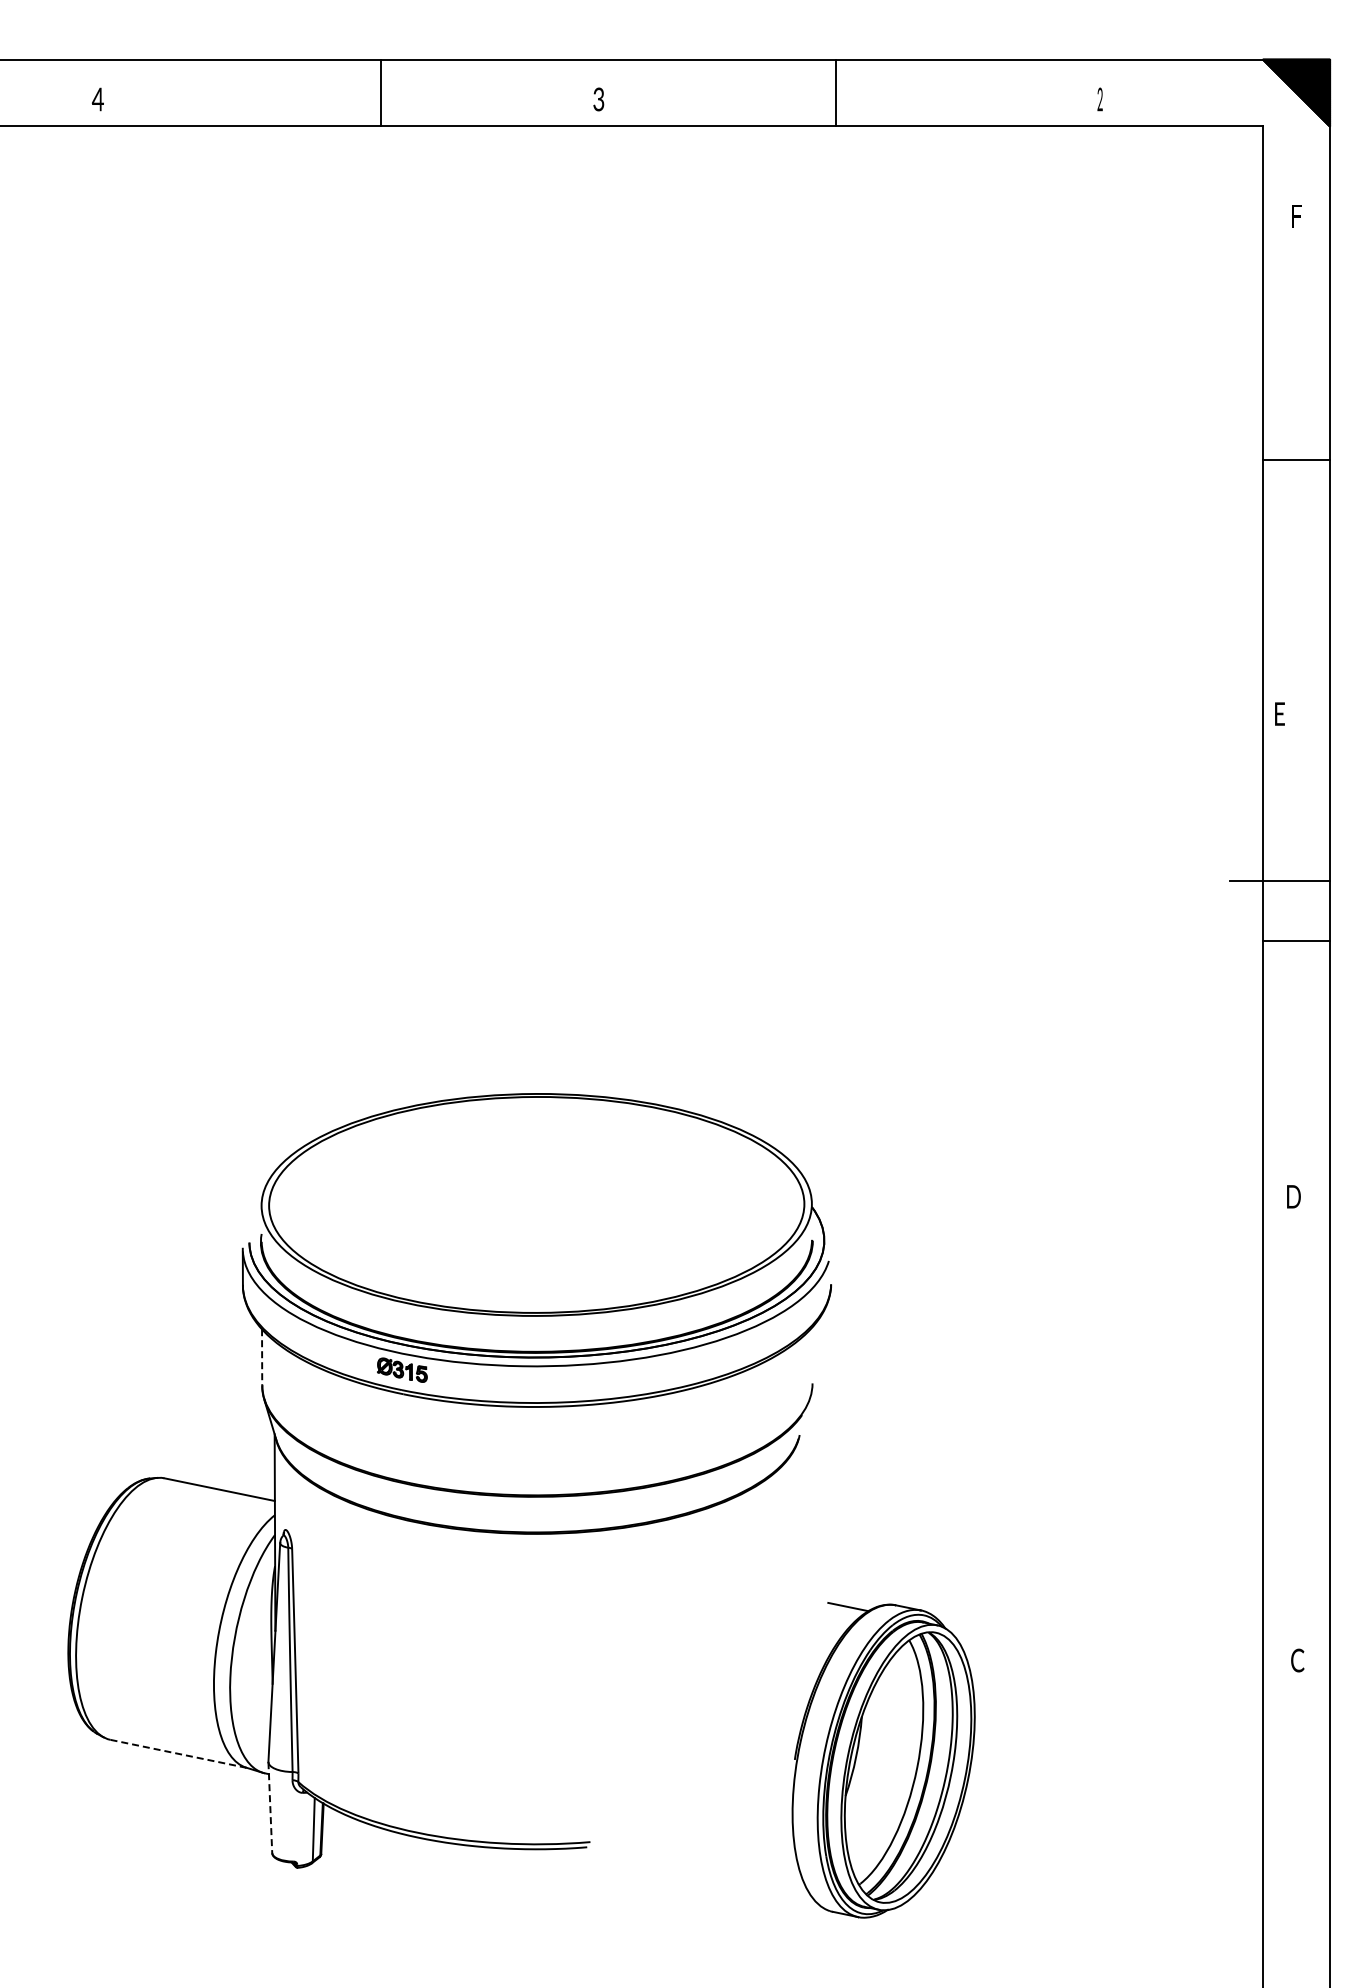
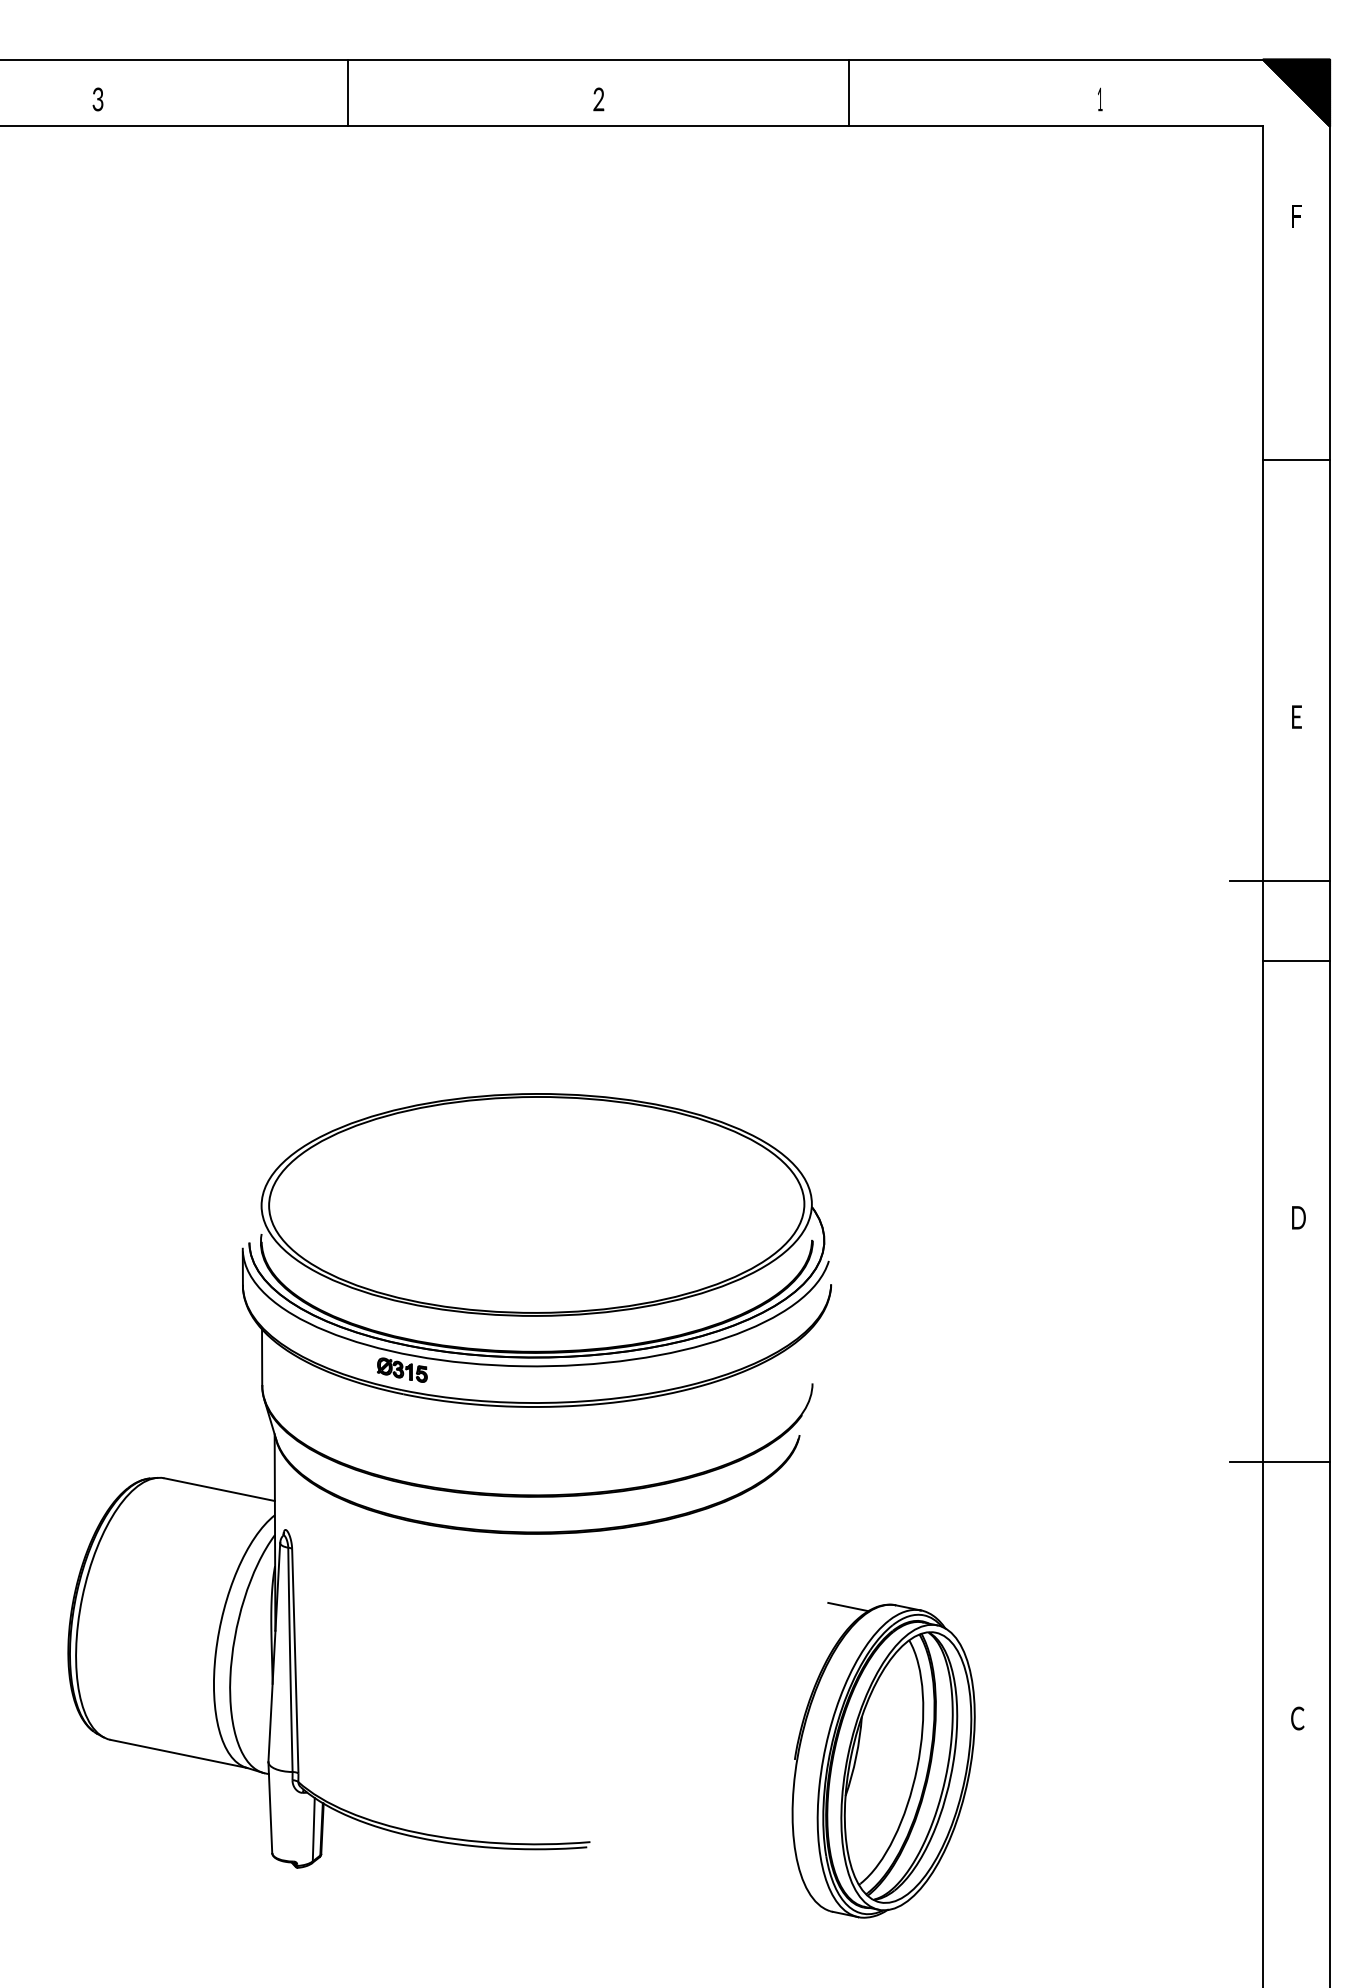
line at (381, 92) position: (381, 92) -> (348, 92)
line at (836, 92) position: (836, 92) -> (849, 92)
text at (97, 99): 4 -> 3
text at (1099, 99): 2 -> 1
text at (598, 102): 3 -> 2
text at (1279, 713) position: (1279, 713) -> (1296, 716)
line at (1296, 940) position: (1296, 940) -> (1296, 960)
text at (1293, 1196) position: (1293, 1196) -> (1298, 1217)
line at (262, 1357): dashed -> solid
line at (1279, 1461): none -> present
text at (1297, 1660) position: (1297, 1660) -> (1297, 1718)
line at (178, 1753): dashed -> solid
line at (270, 1808): dashed -> solid
